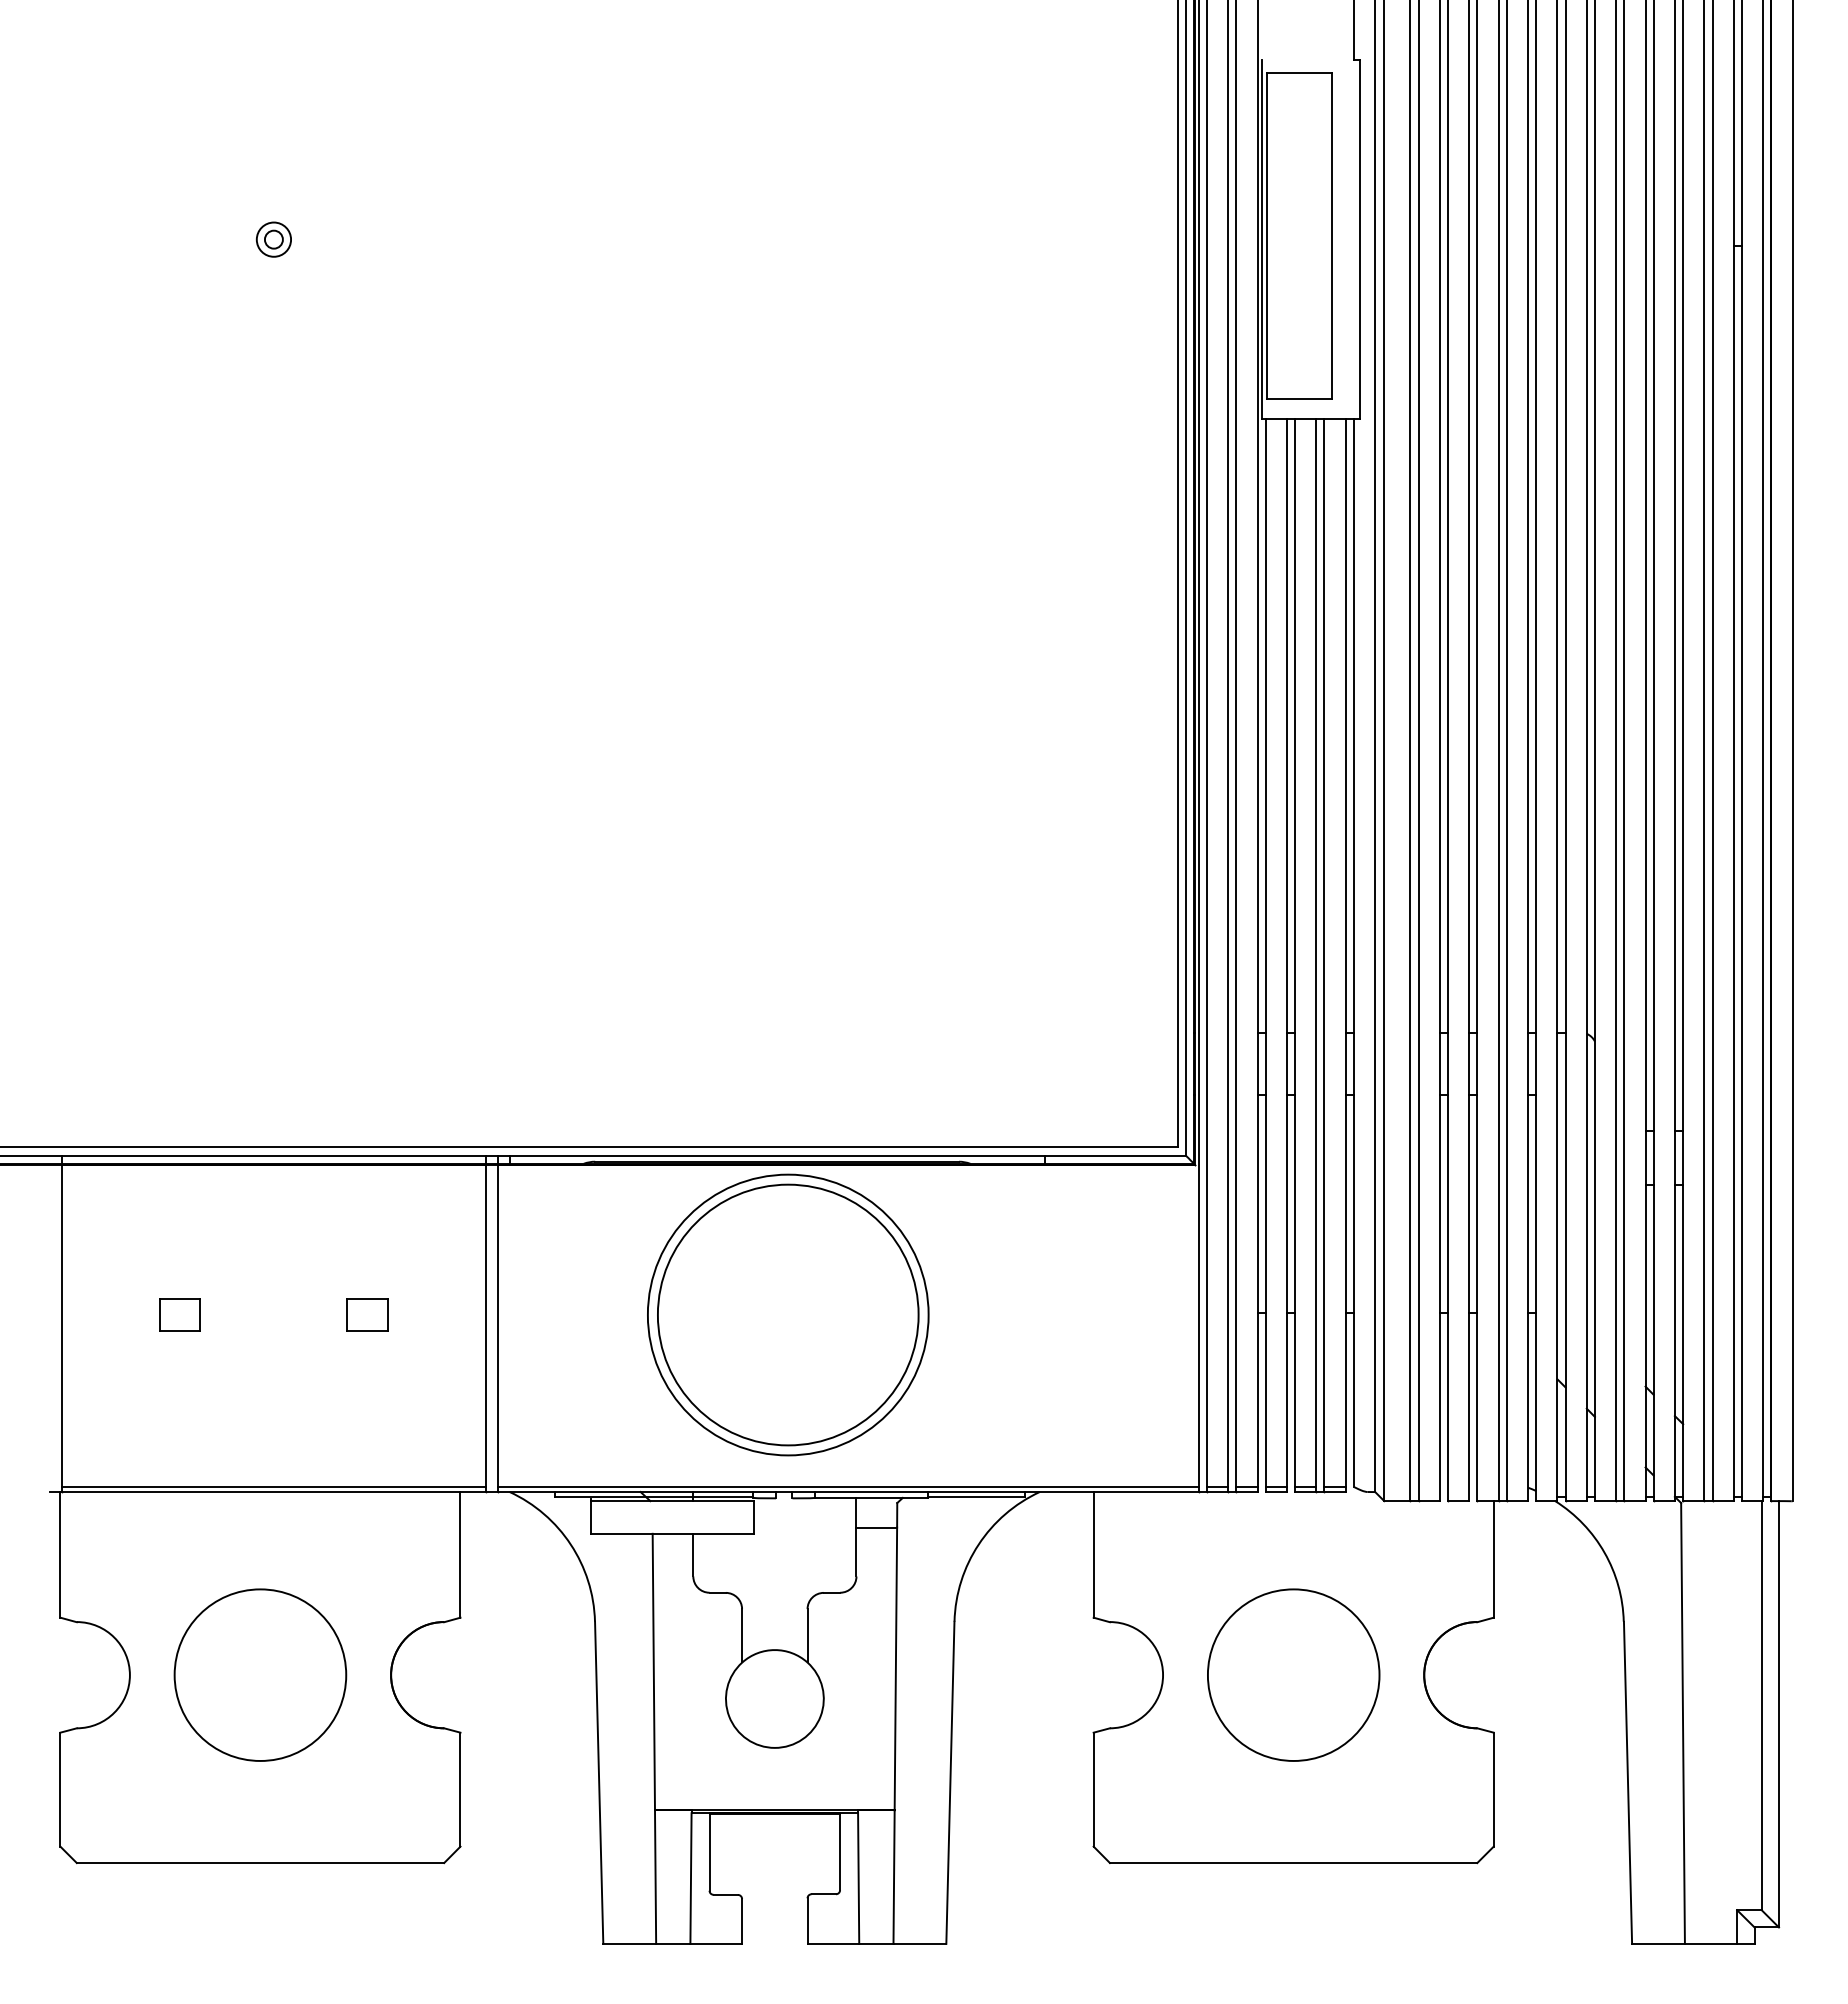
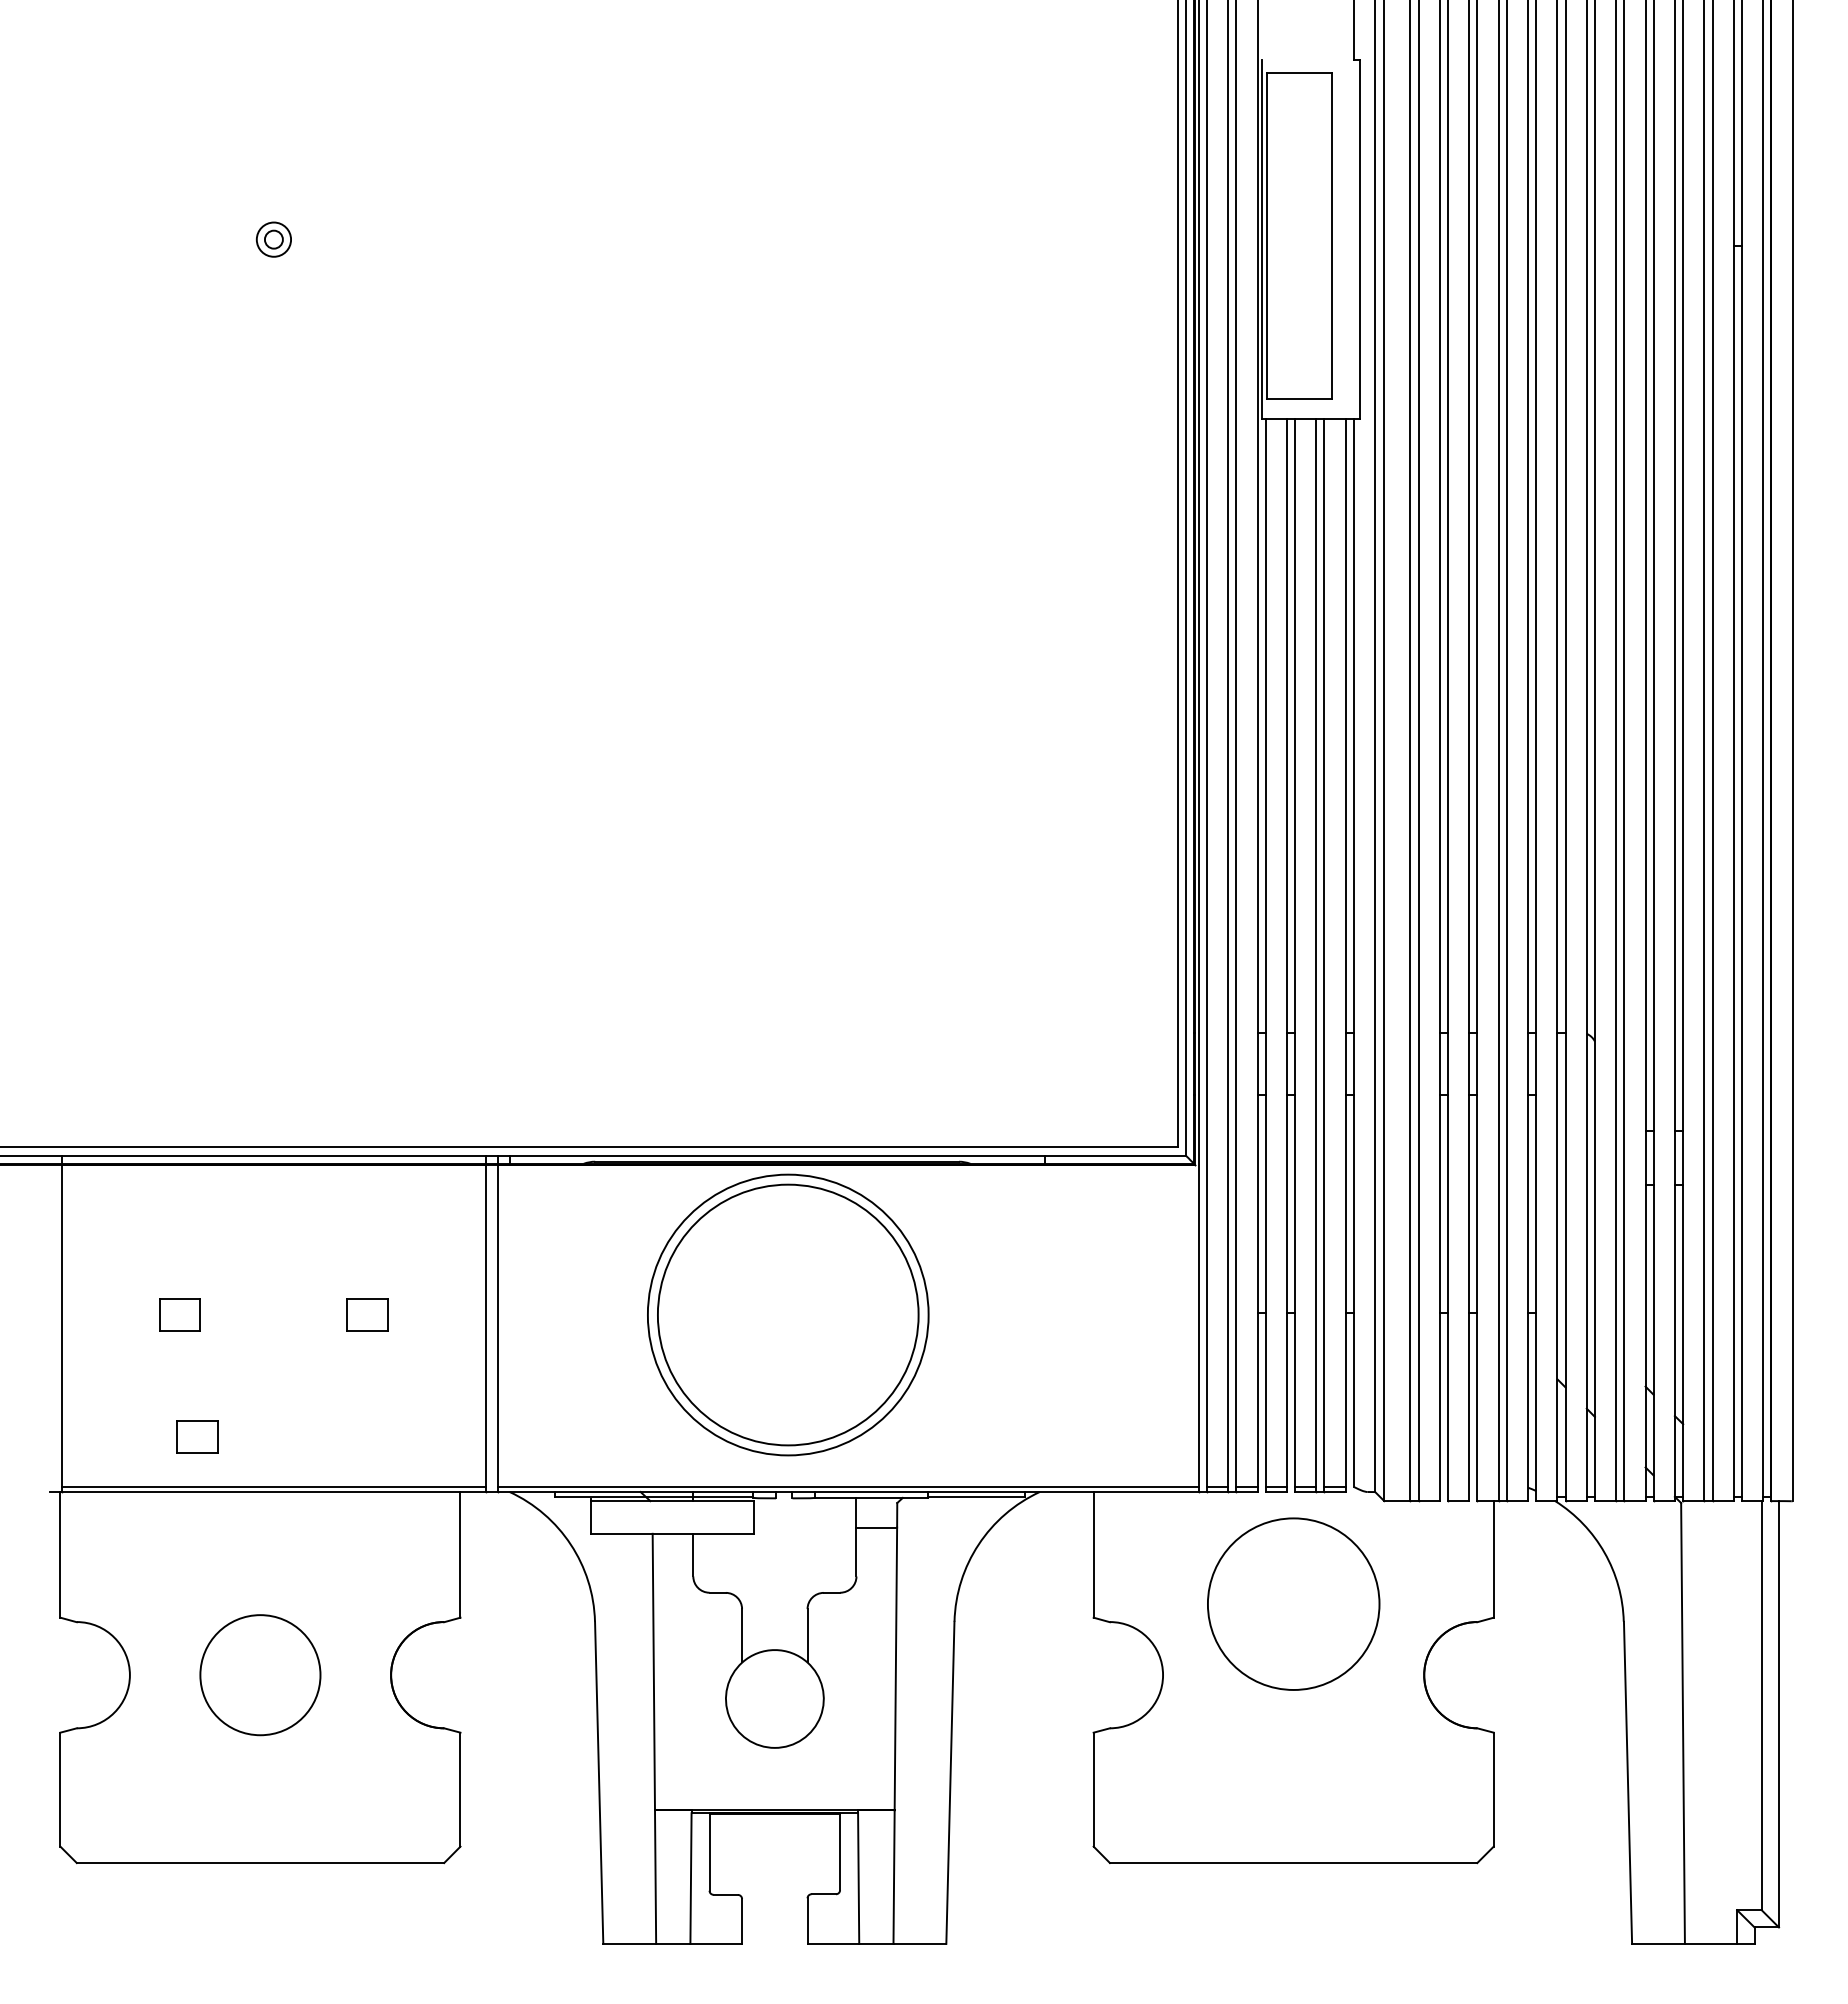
part at (197, 1436): none -> present
circle at (260, 1674) diameter: 172 px -> 120 px
circle at (1293, 1674) position: (1293, 1674) -> (1293, 1603)
